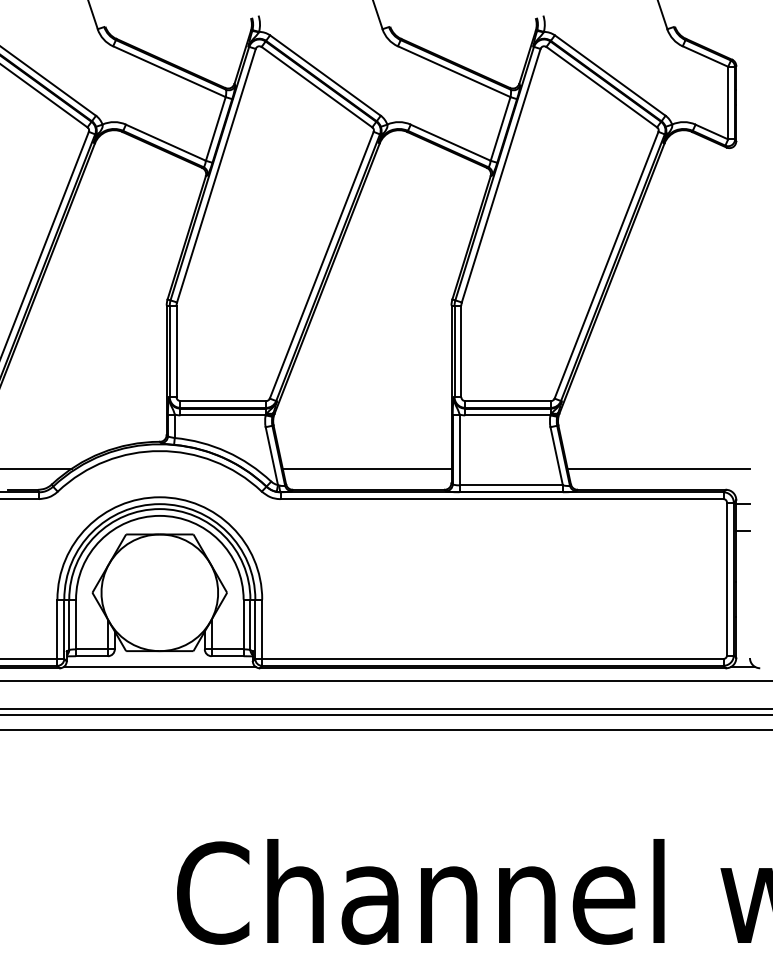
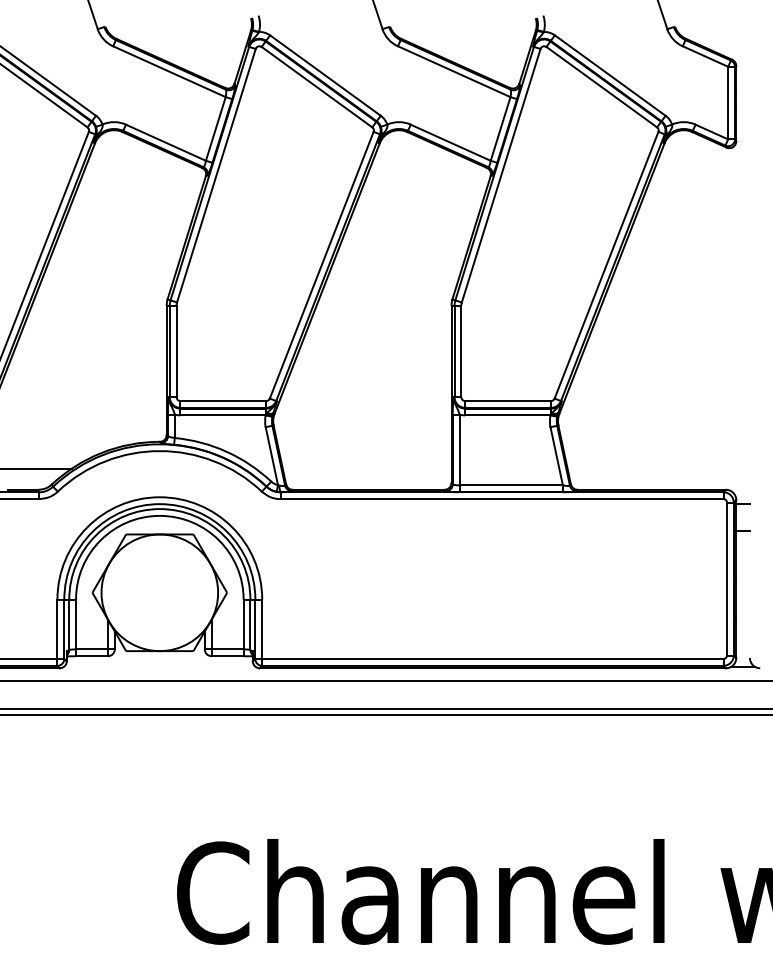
line at (366, 468): present -> none
line at (658, 468): present -> none
line at (159, 666): present -> none
line at (385, 730): present -> none
